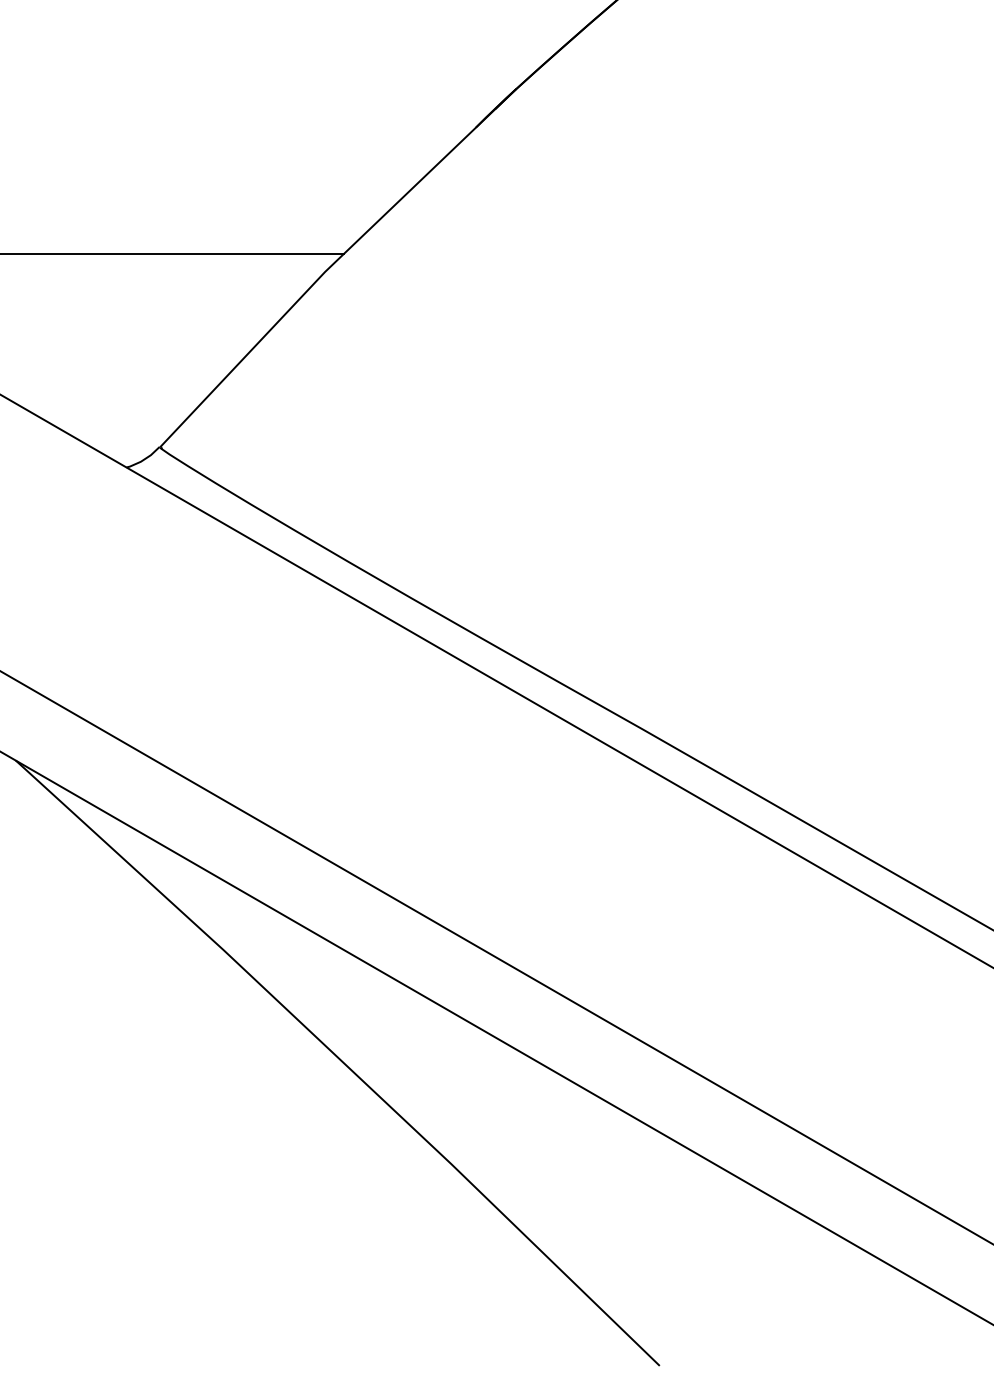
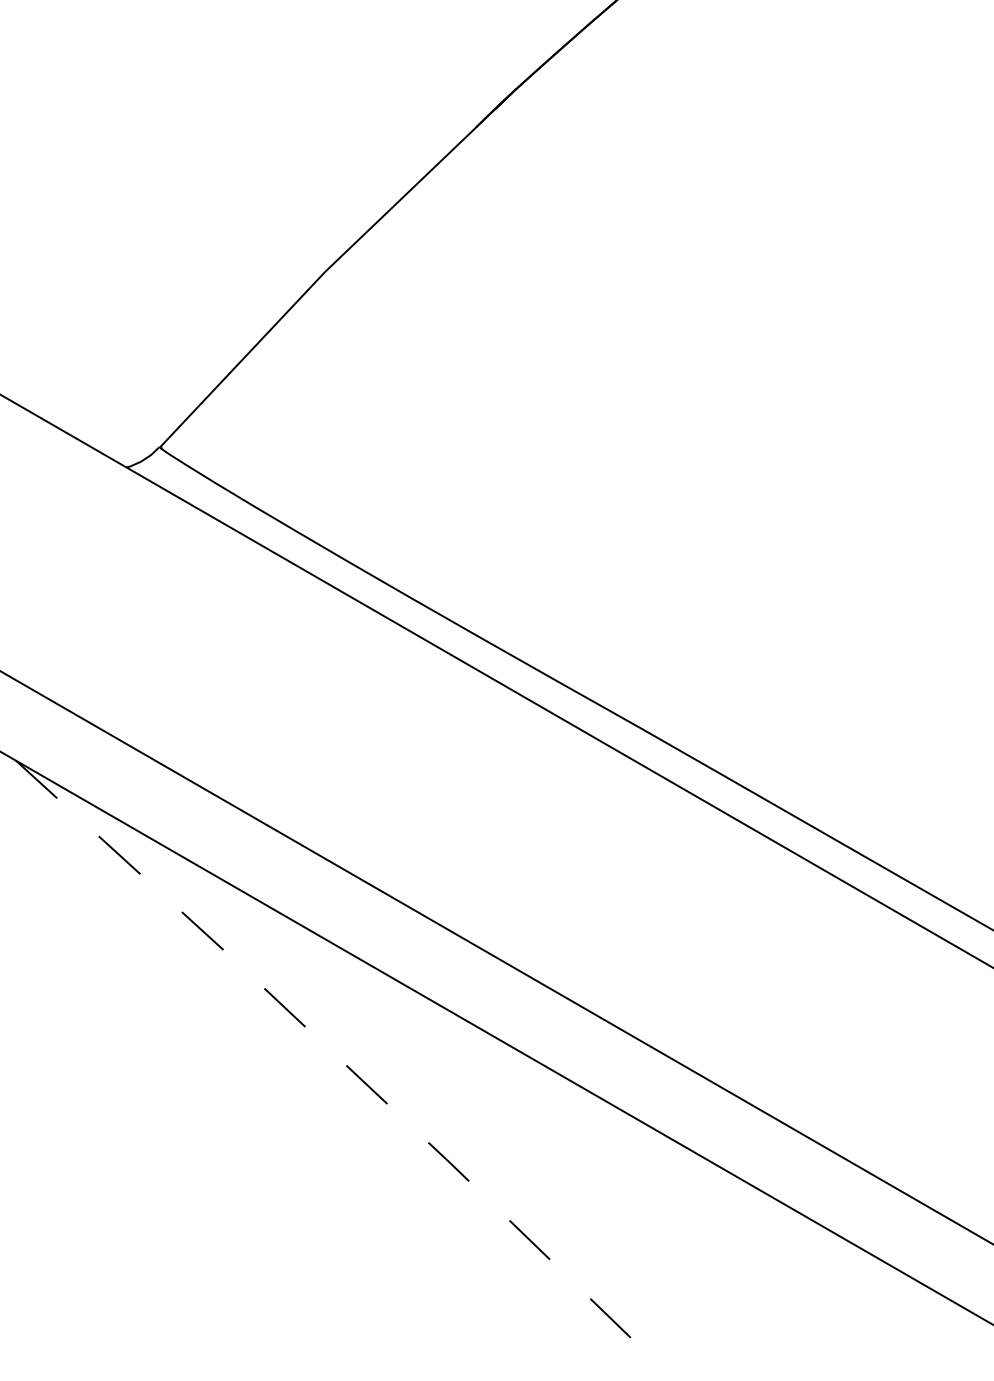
line at (173, 253): present -> none
line at (340, 1060): solid -> dashed
